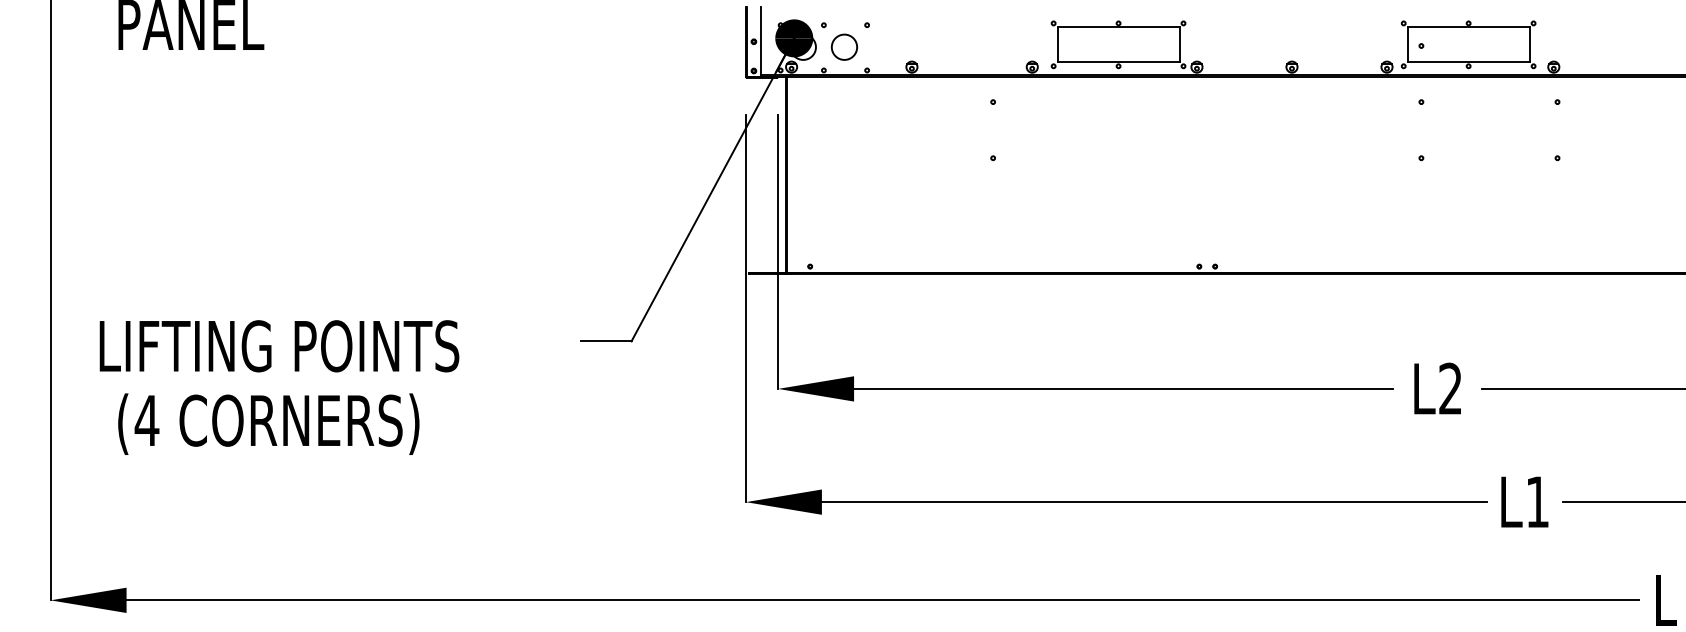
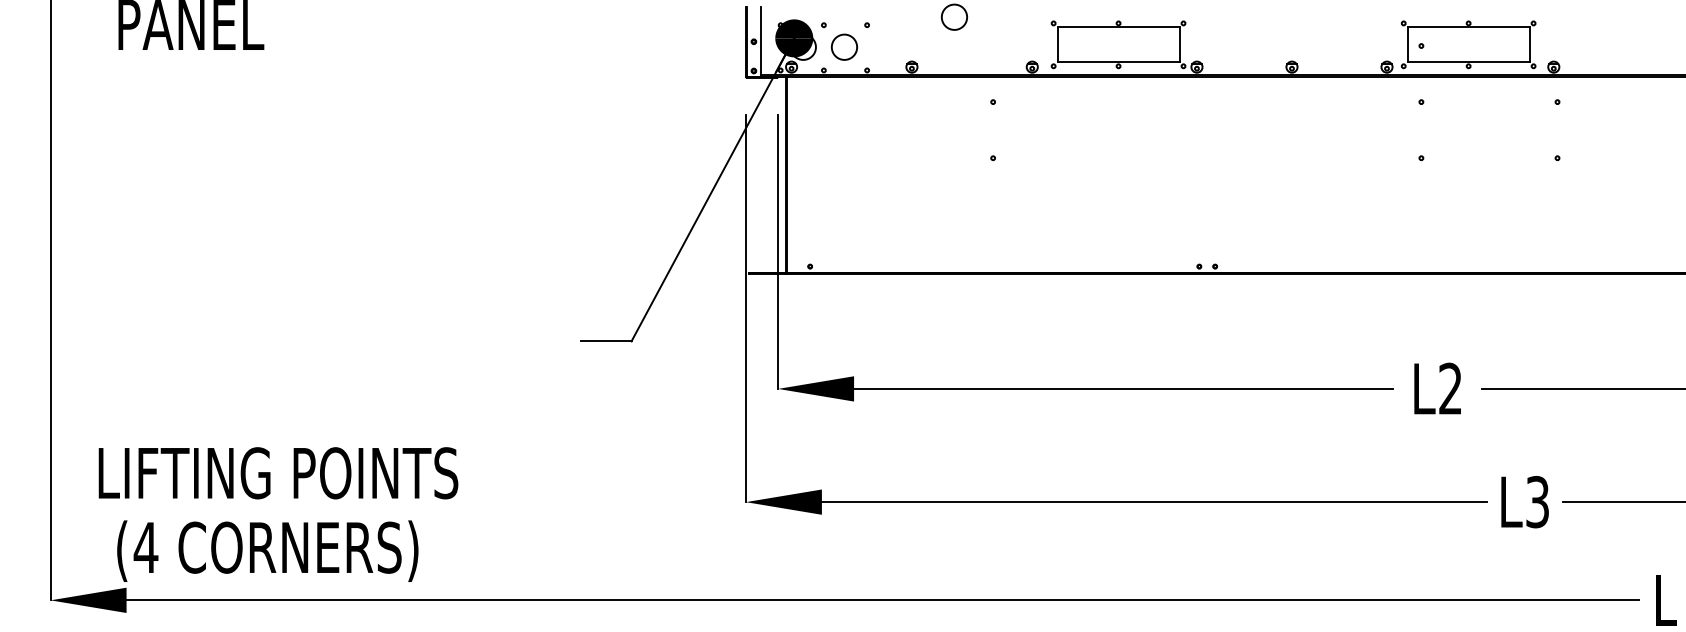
circle at (953, 16): none -> present
text at (279, 387) position: (279, 387) -> (278, 514)
text at (1537, 501): L1 -> L3
